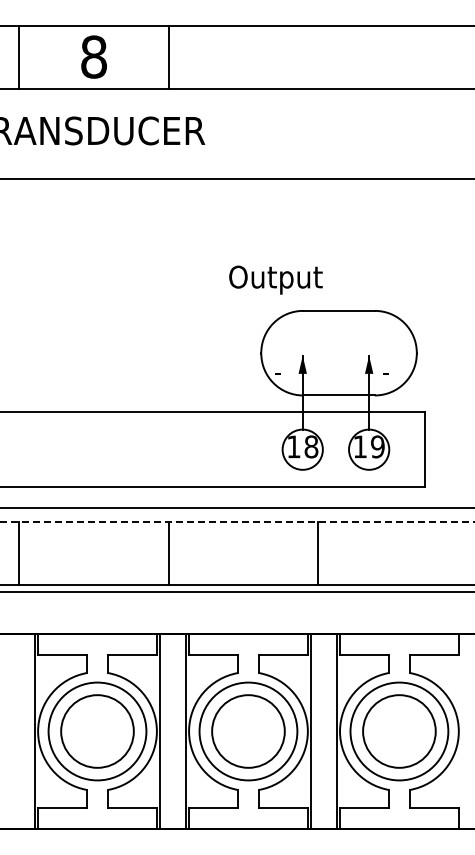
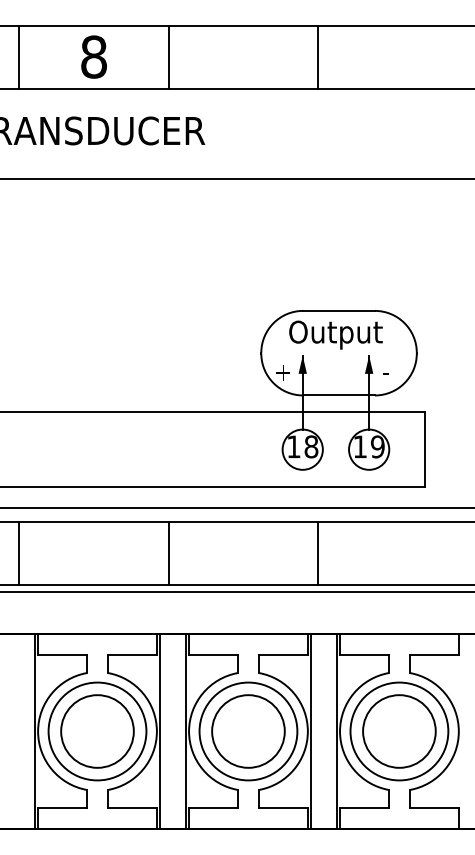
line at (318, 56): none -> present
text at (275, 279) position: (275, 279) -> (335, 334)
text at (282, 372): - -> +
line at (237, 521): dashed -> solid
